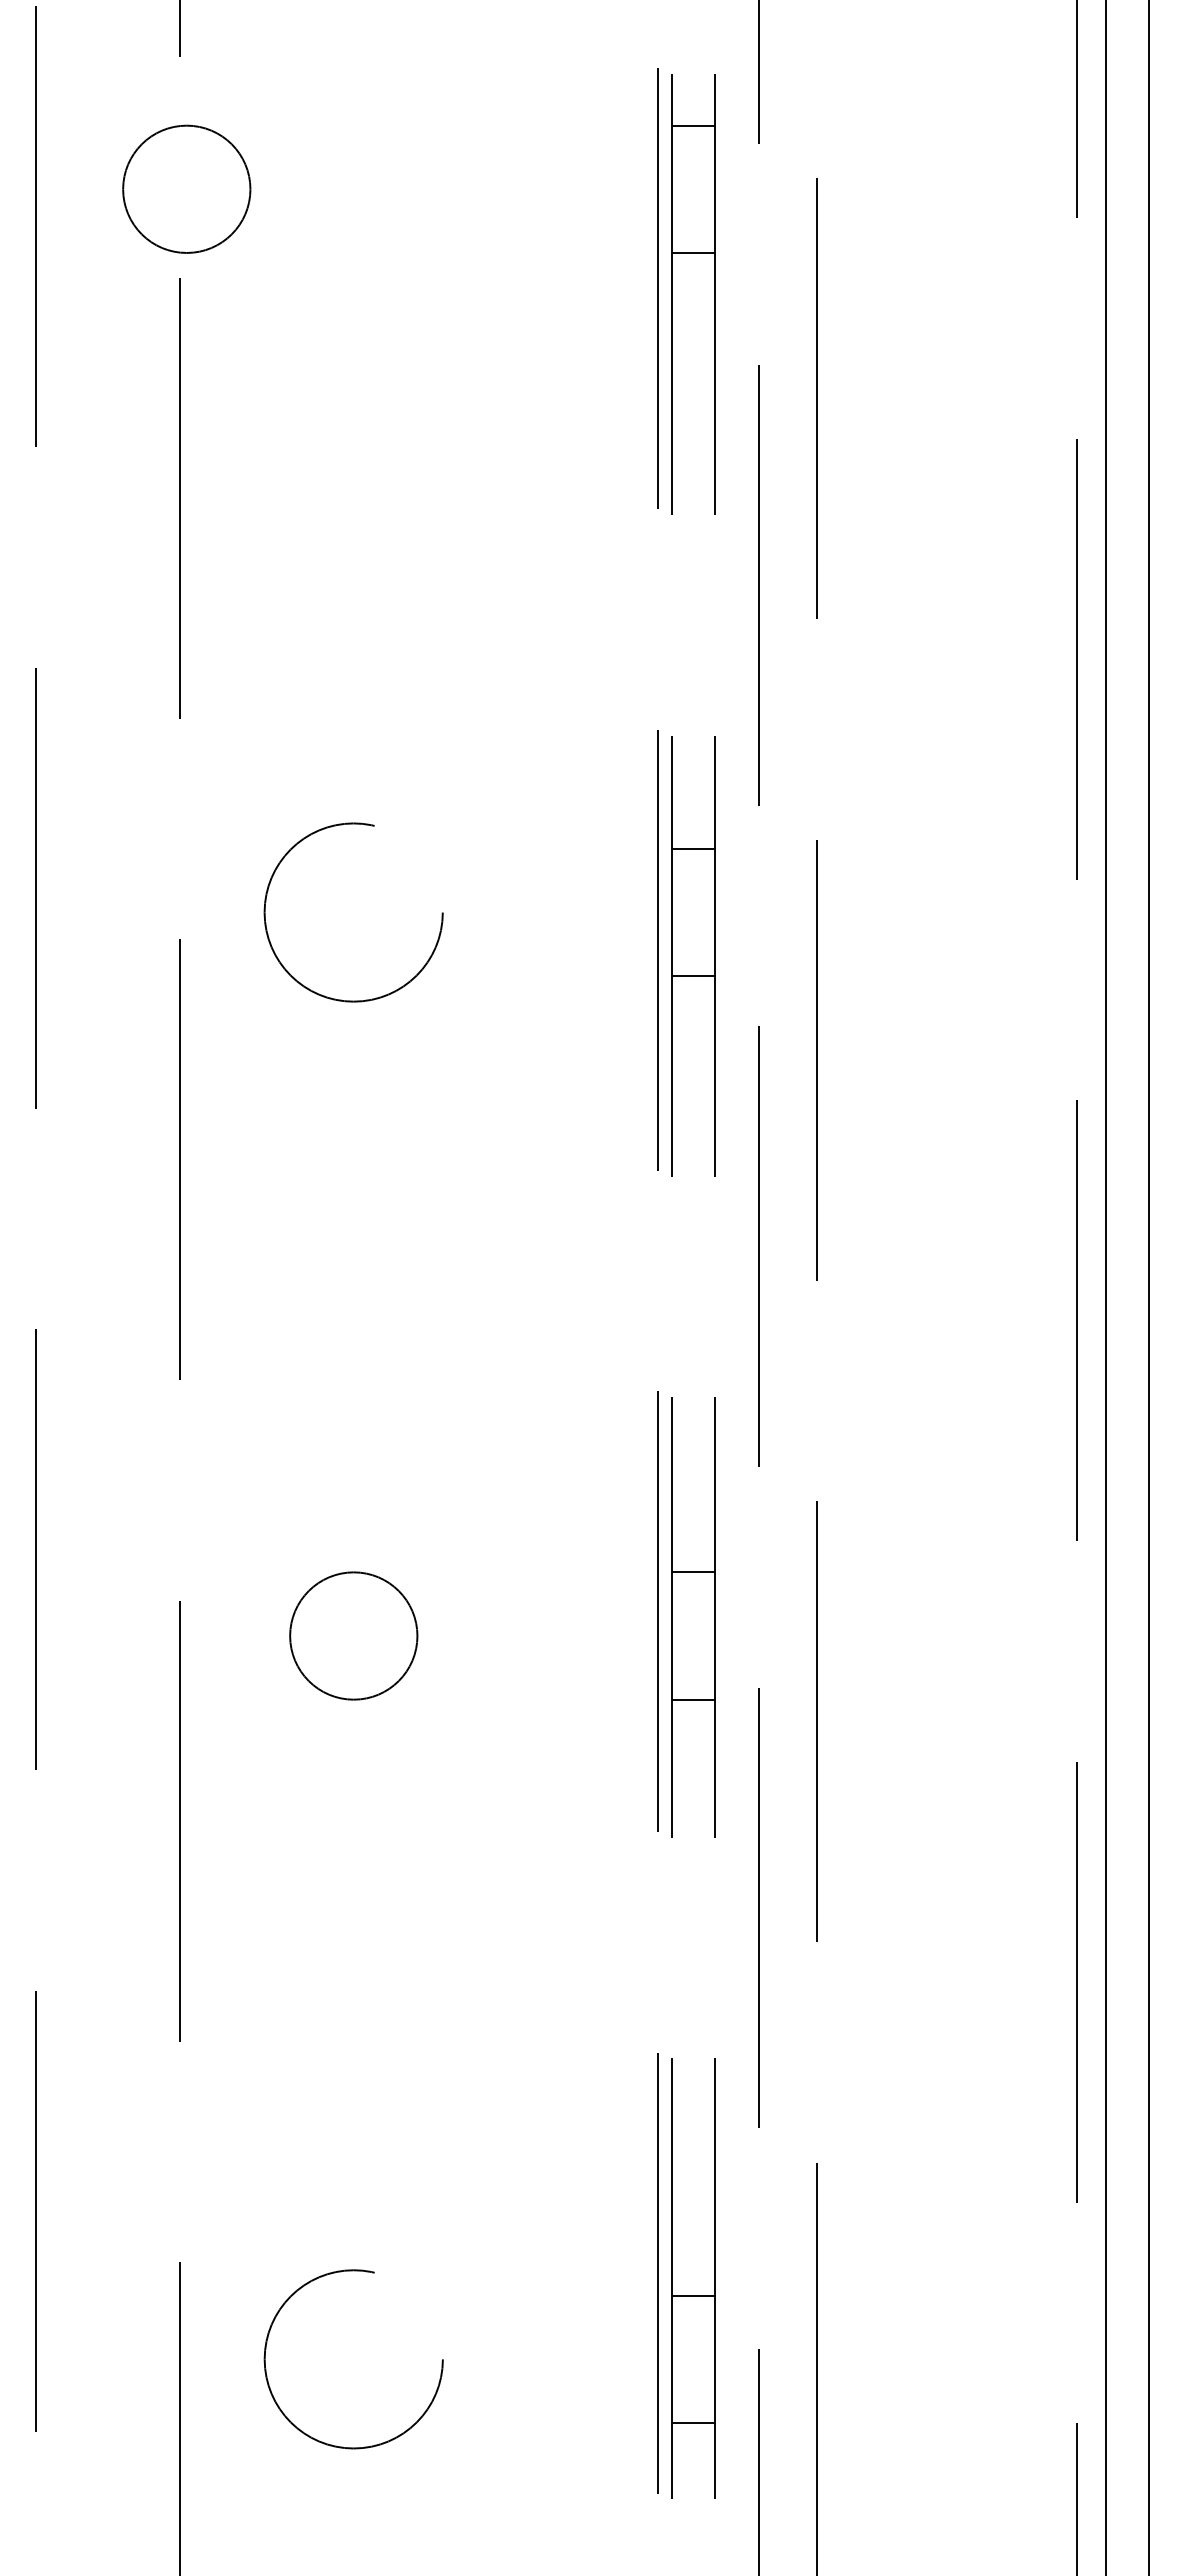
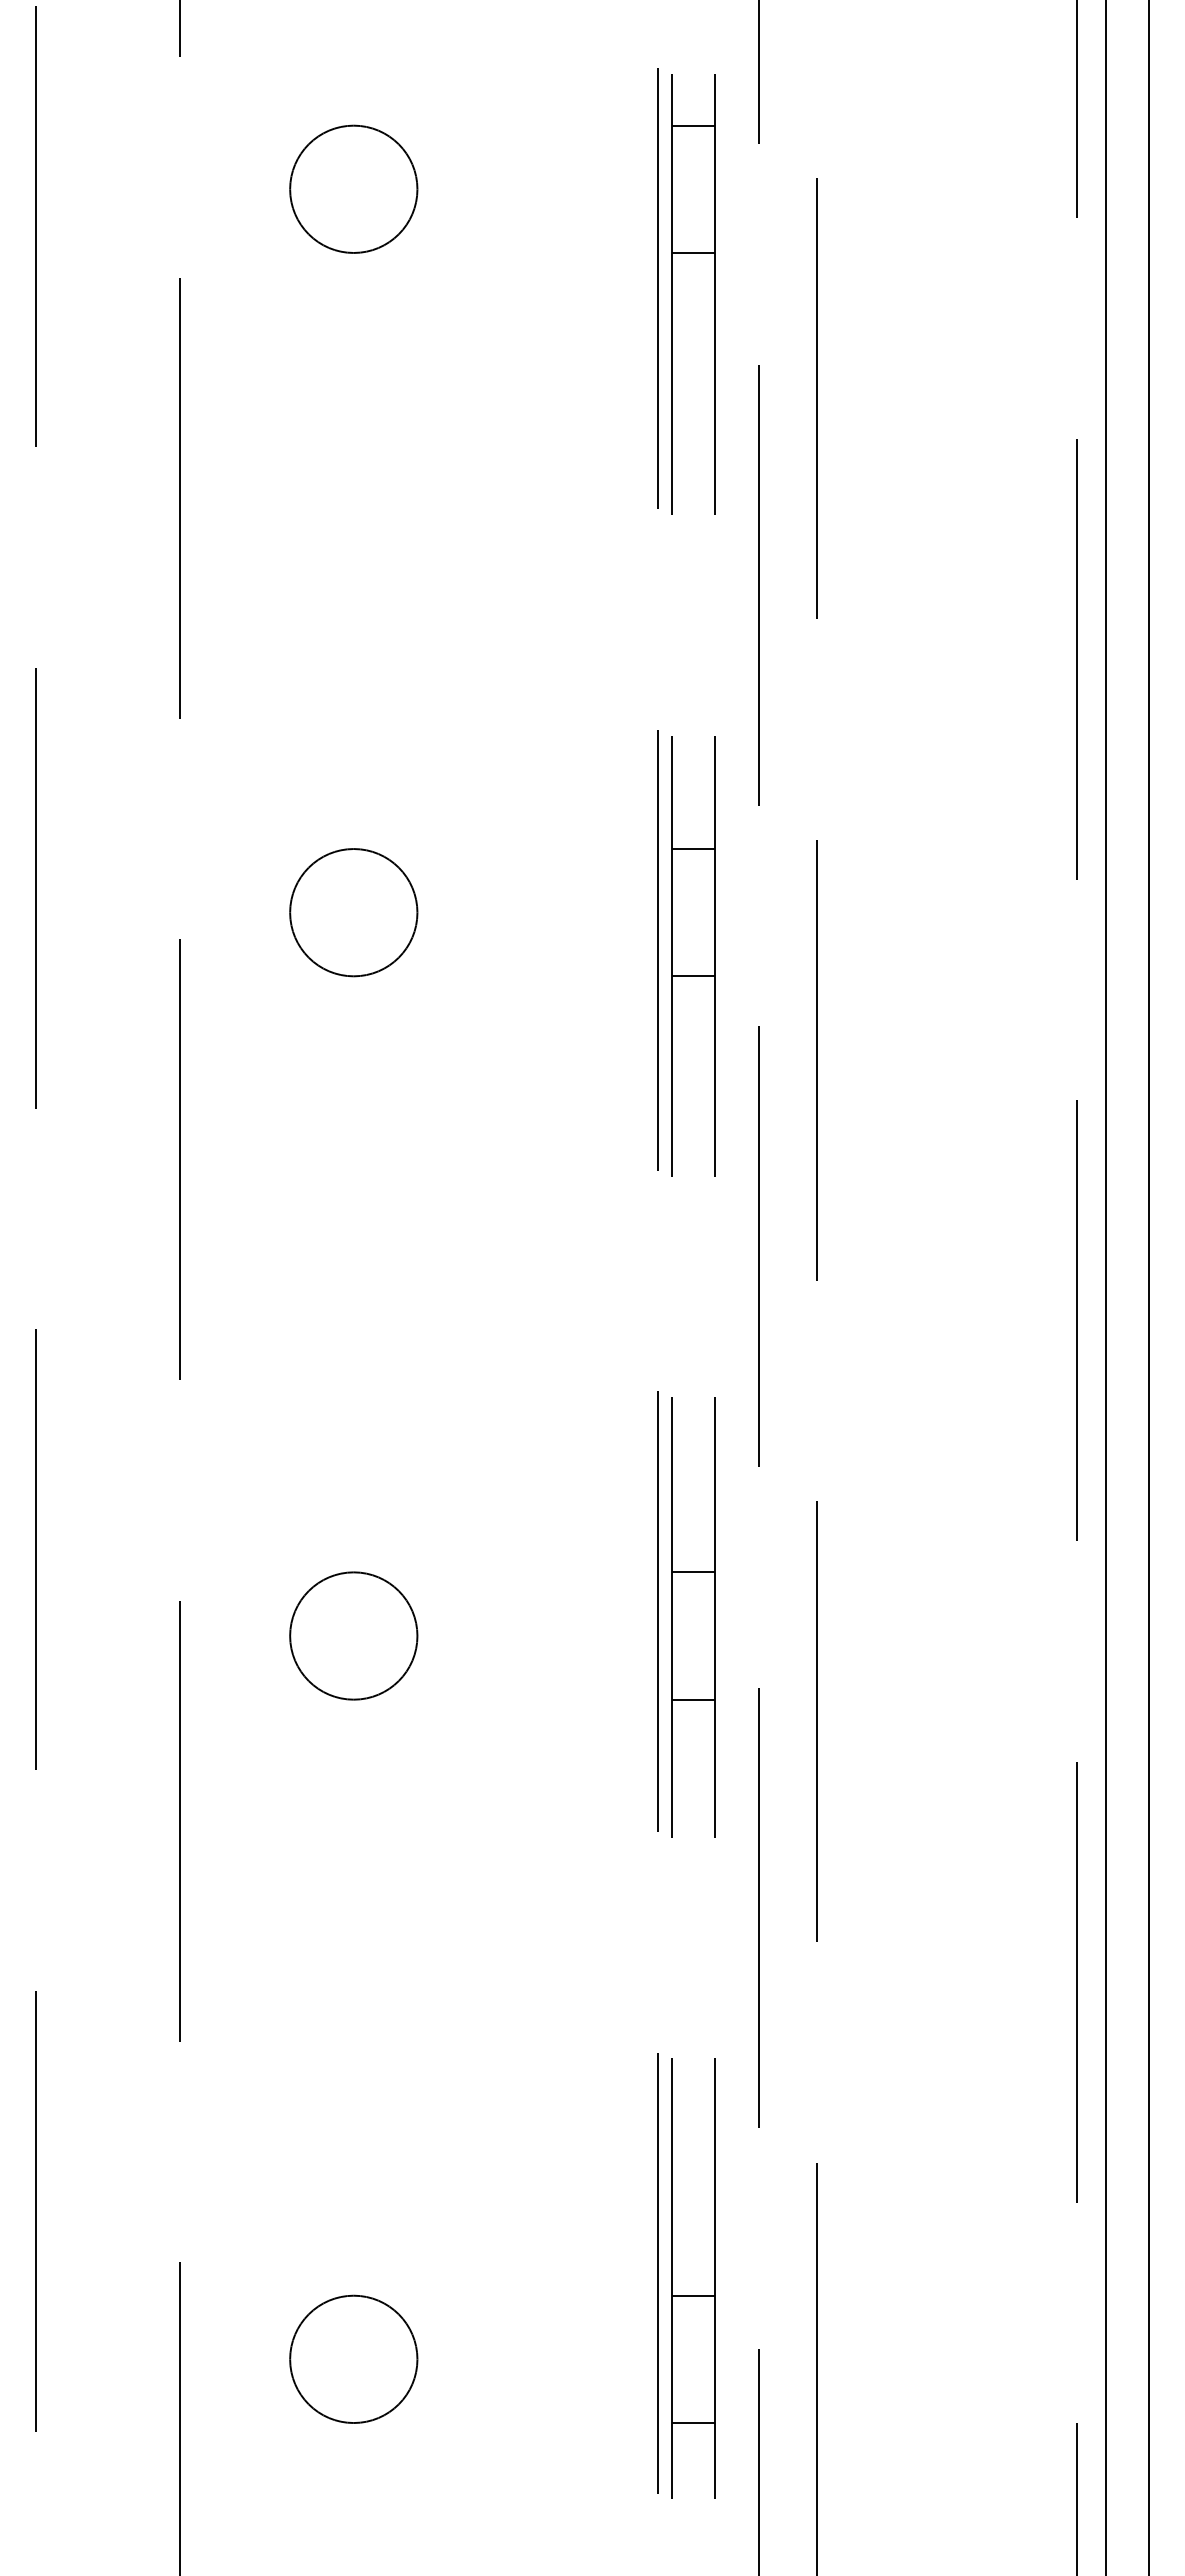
circle at (186, 188) position: (186, 188) -> (353, 188)
circle at (353, 912) size: 181x181 px -> 130x130 px
circle at (353, 2359) diameter: 178 px -> 127 px
